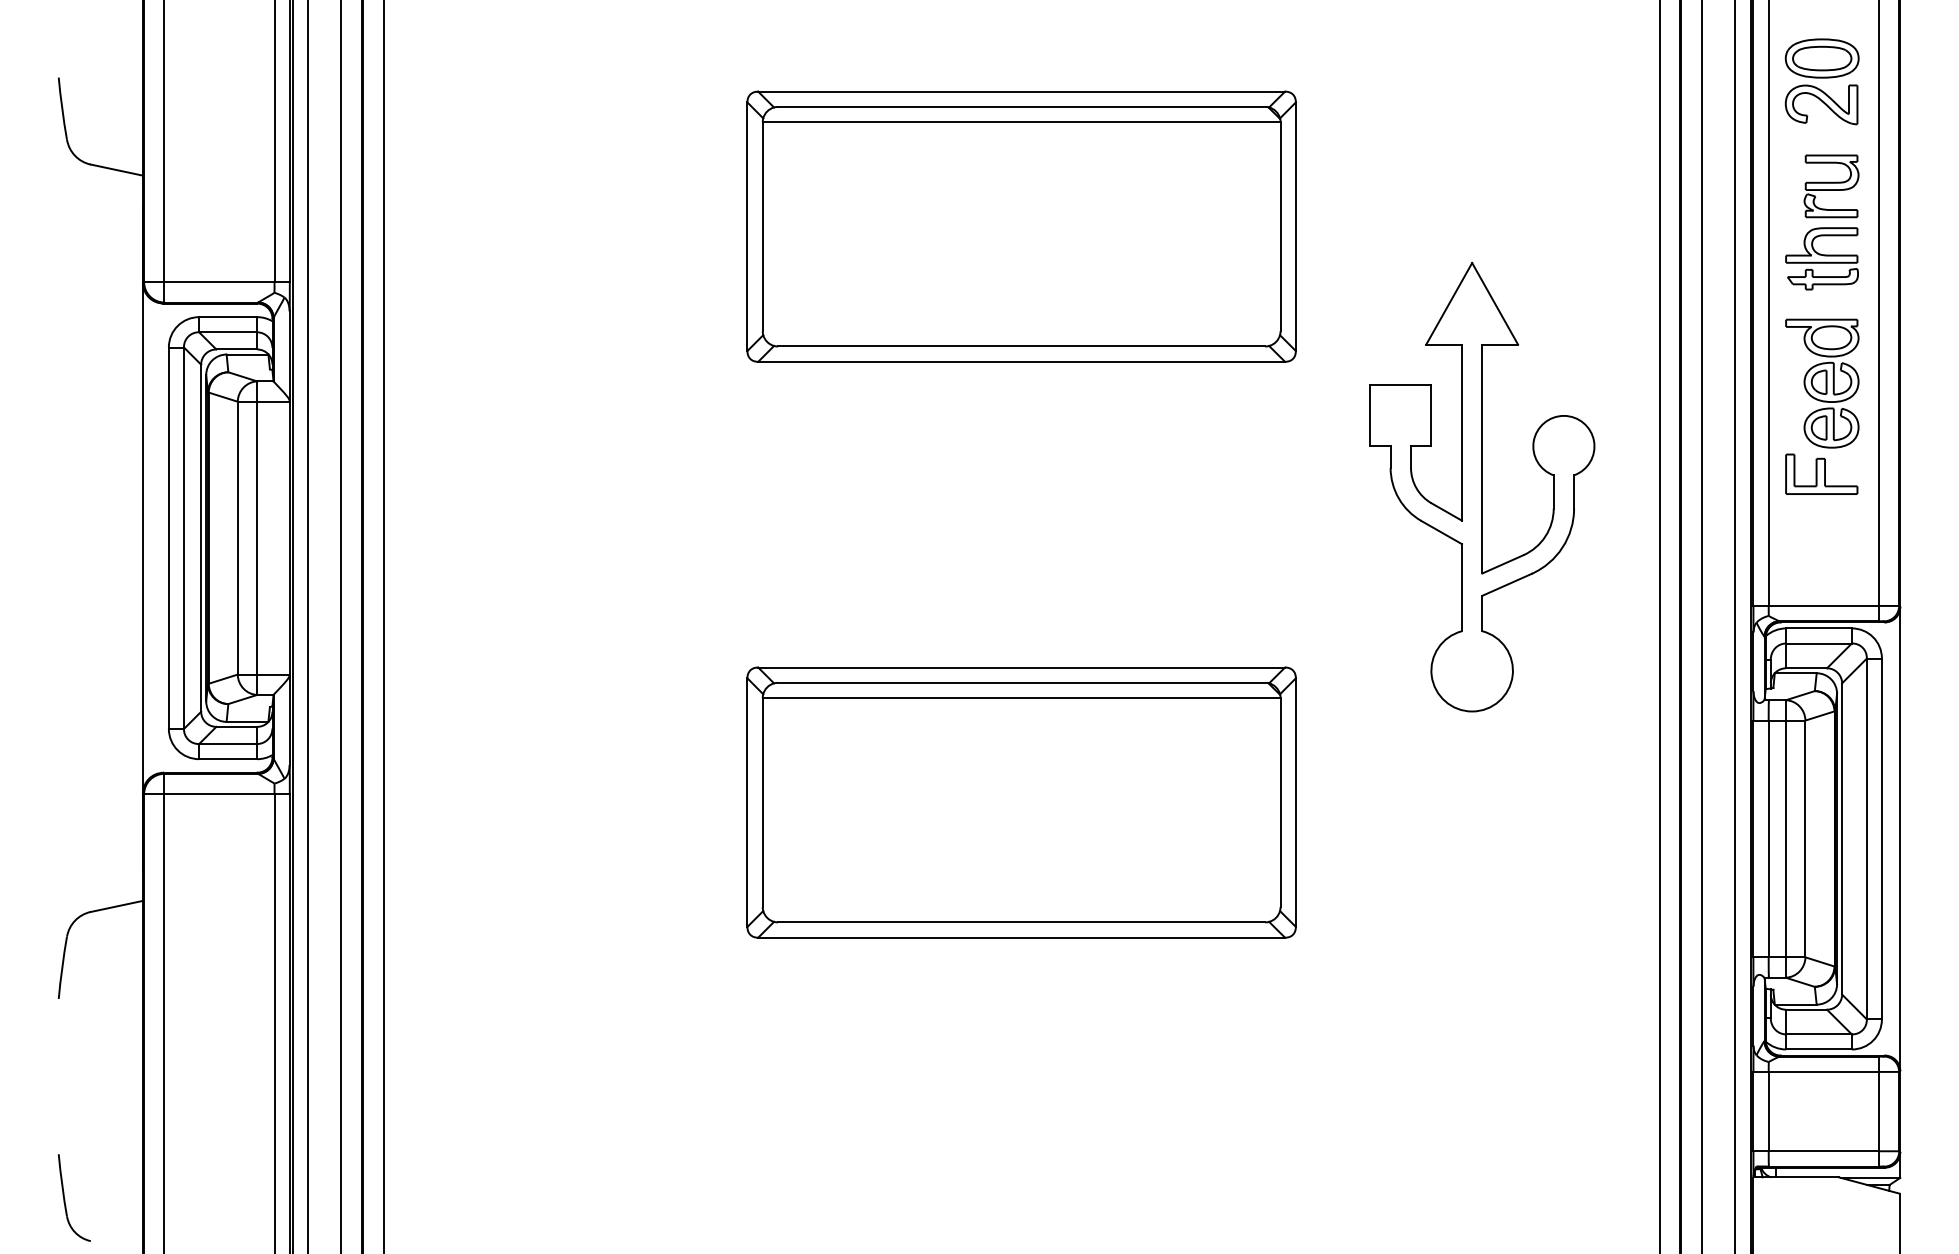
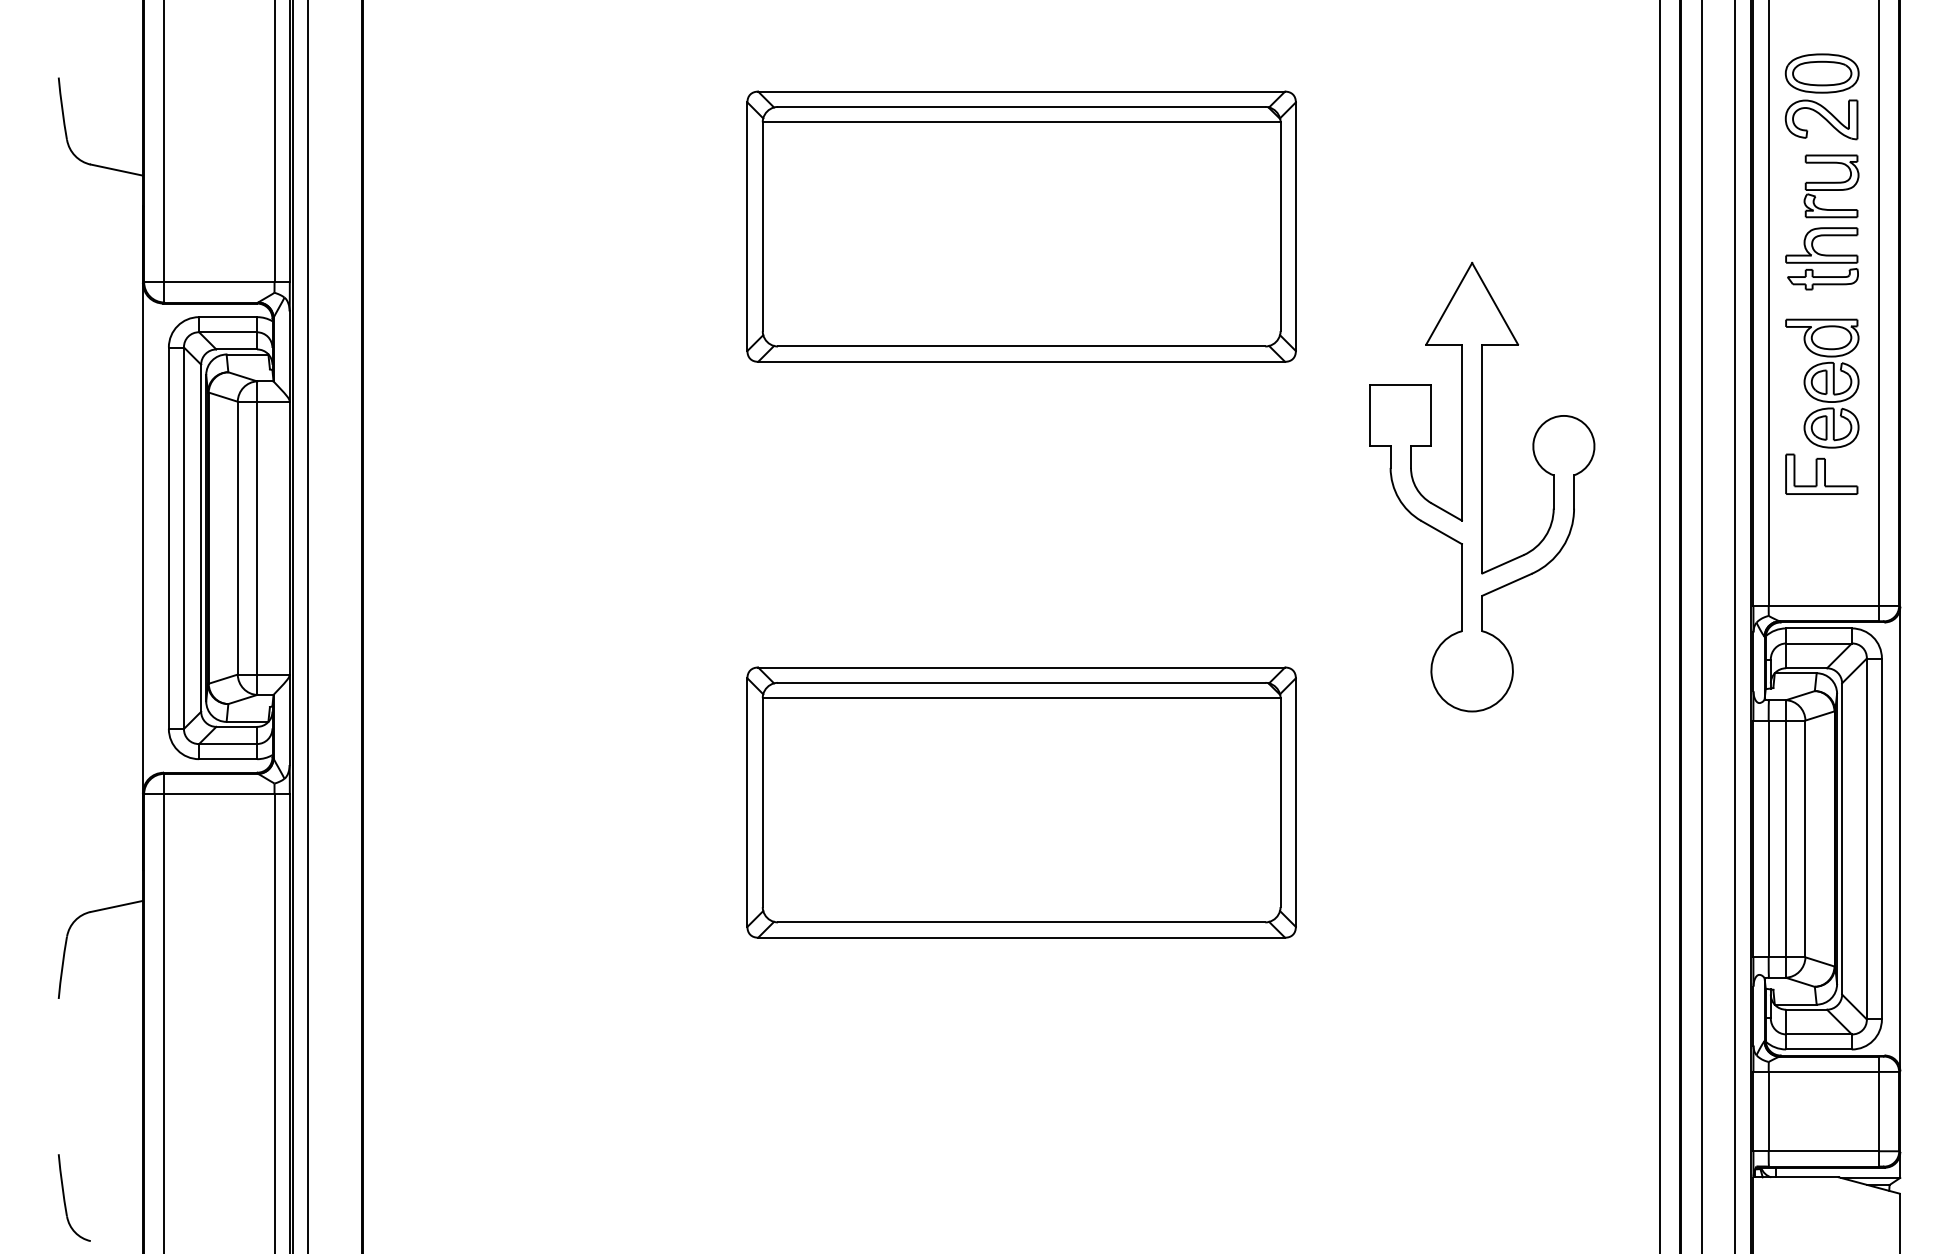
part at (1821, 81) position: (1821, 81) -> (1821, 96)
line at (341, 626): present -> none
line at (383, 626): present -> none
